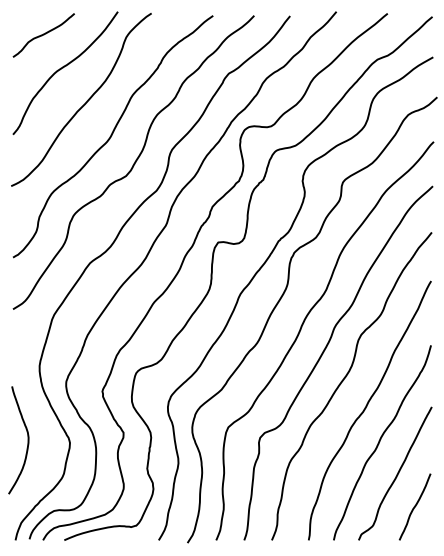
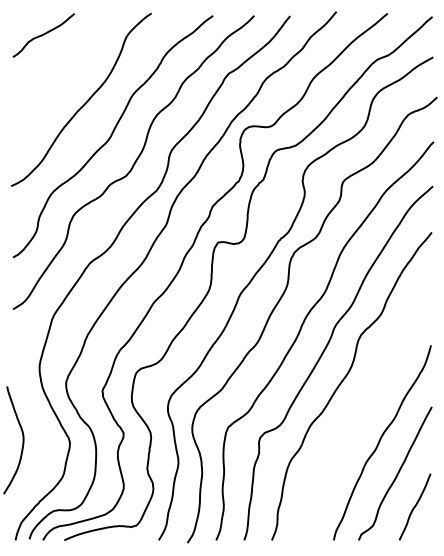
curve at (63, 68): present -> none
curve at (366, 408): present -> none
curve at (27, 440) position: (27, 440) -> (22, 440)
